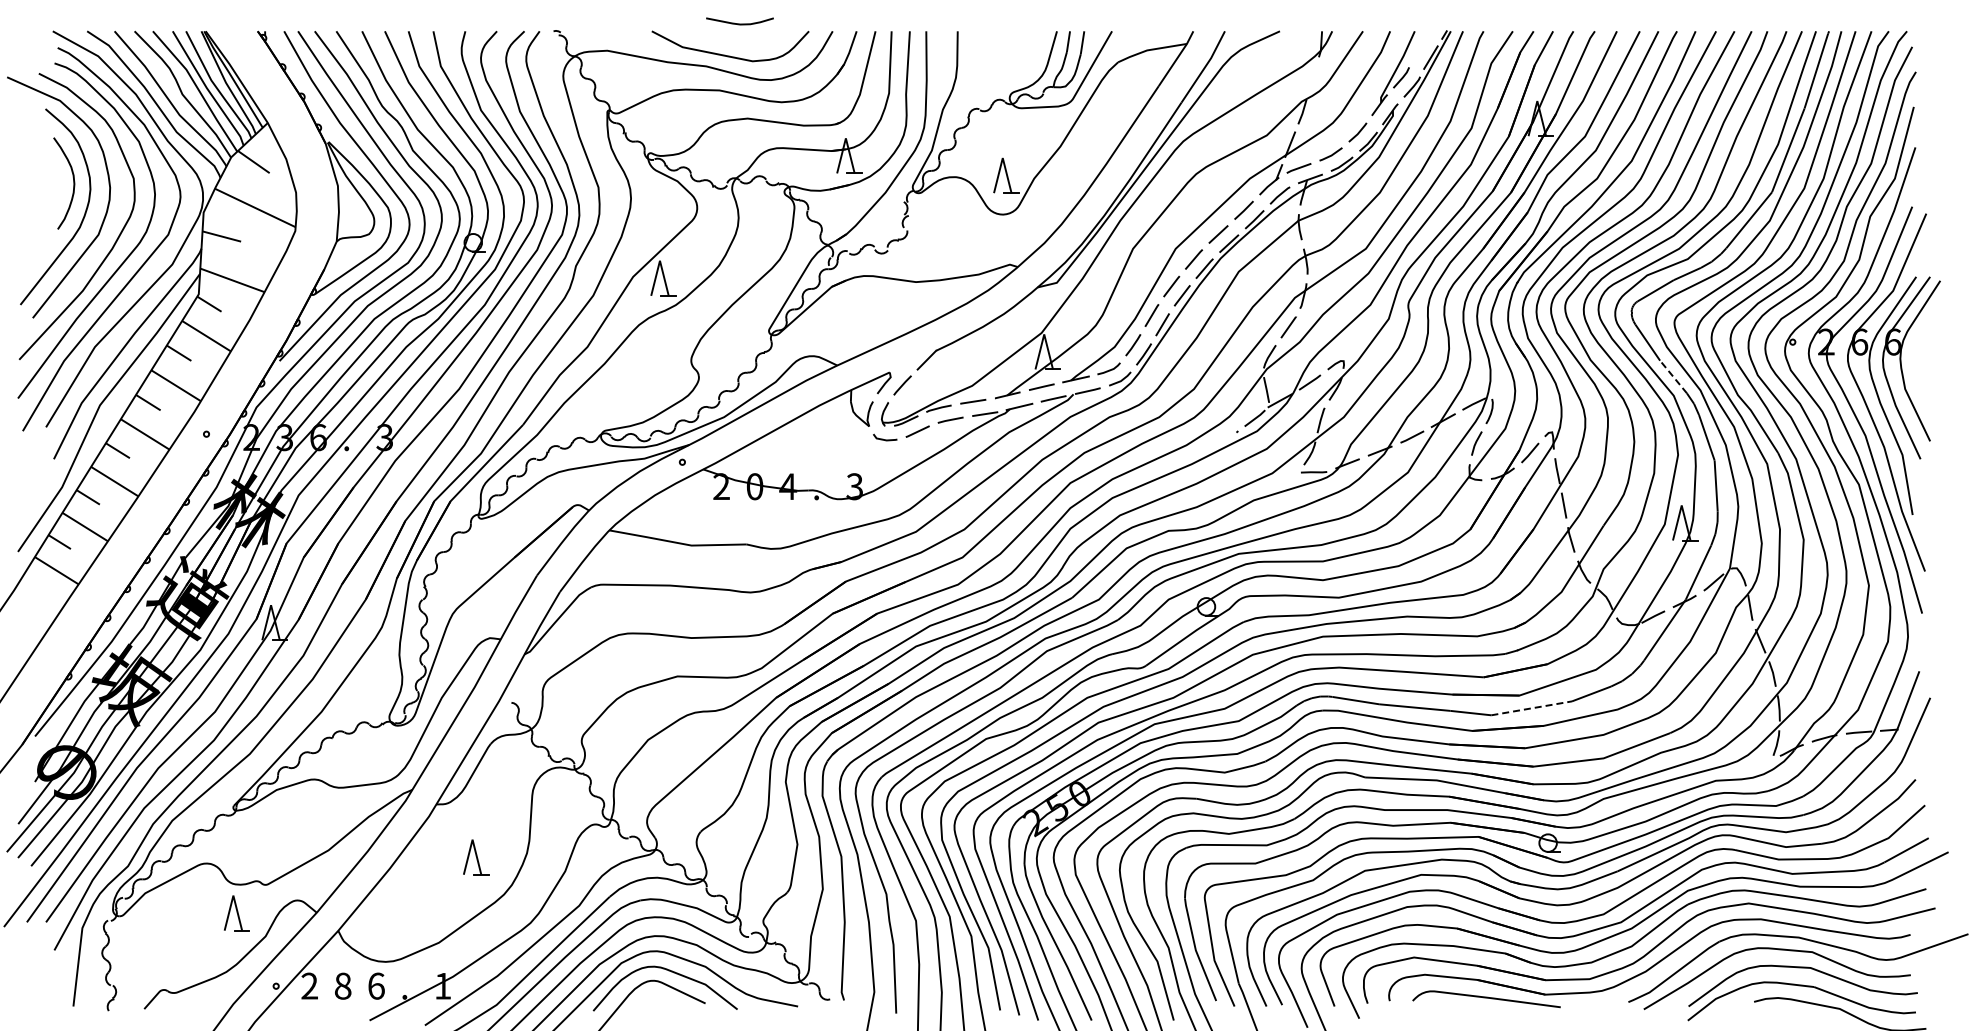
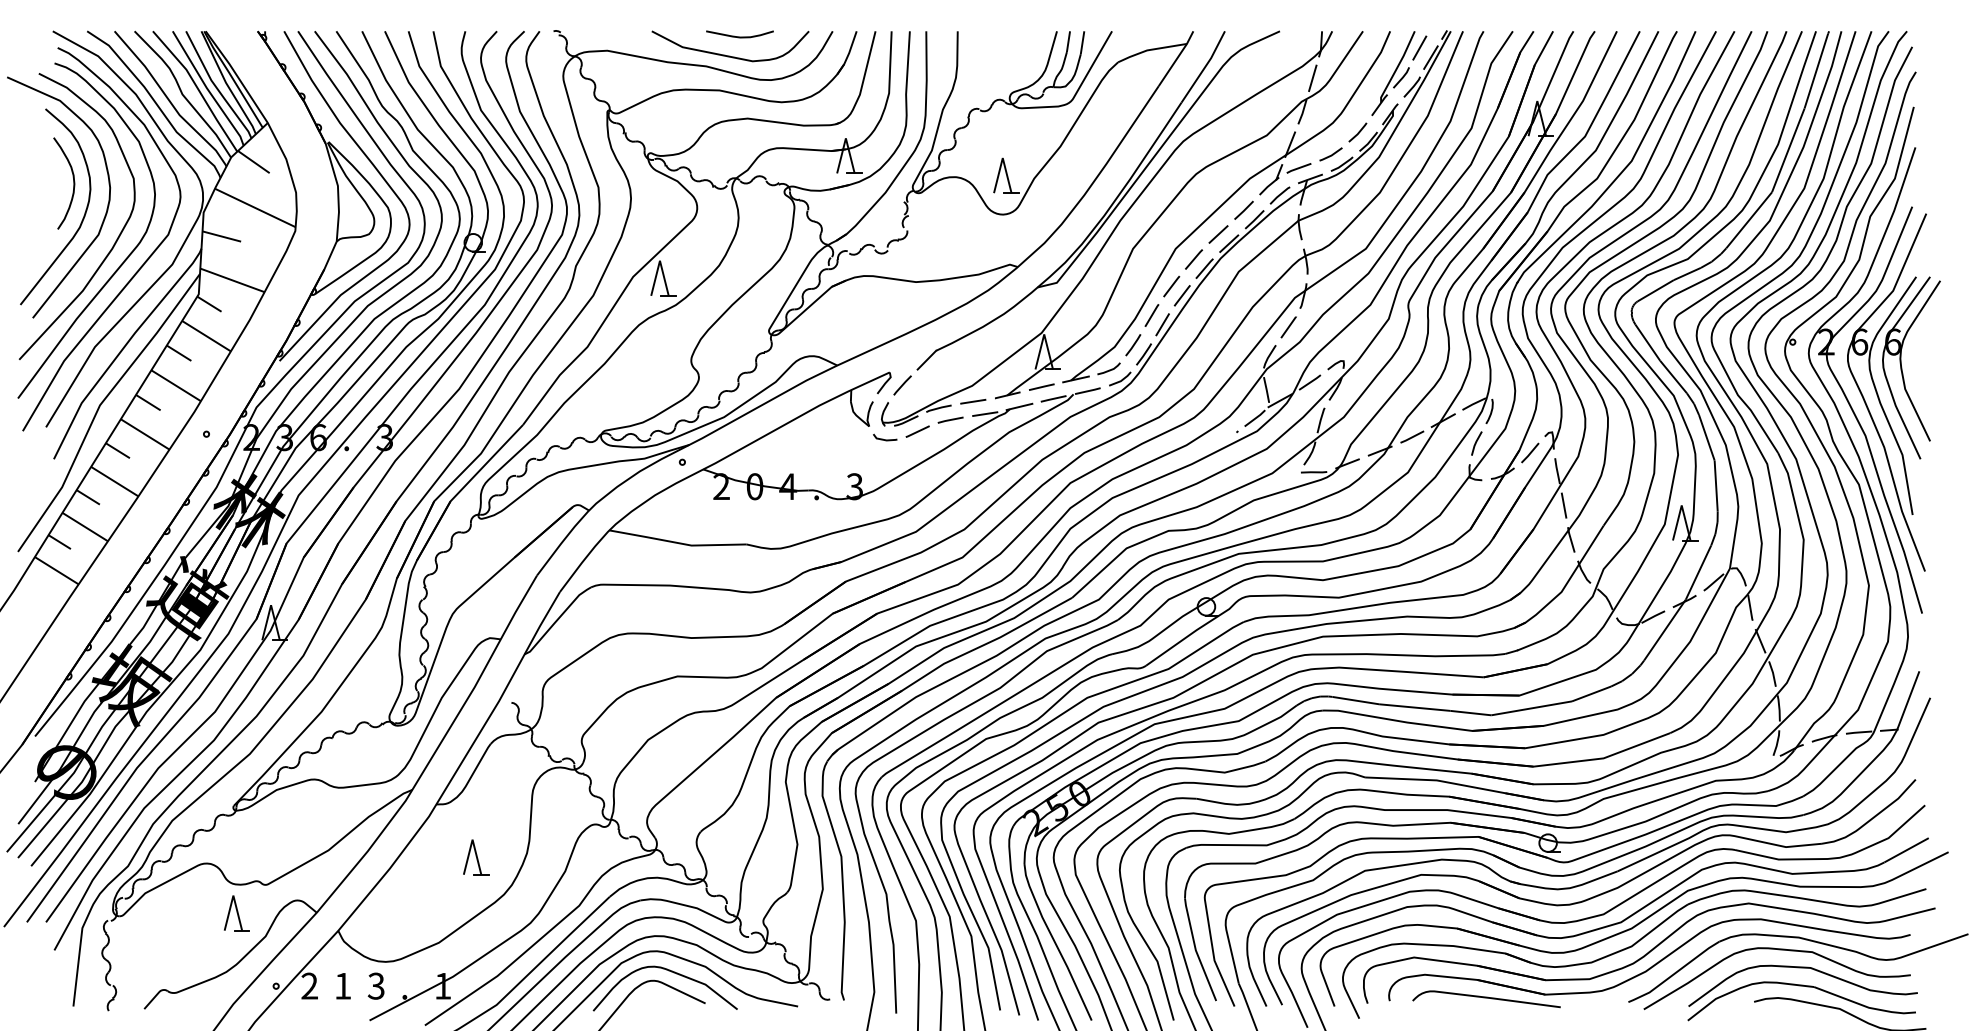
curve at (739, 23) position: (739, 23) -> (739, 36)
line at (1419, 47): none -> present
line at (1312, 78): none -> present
line at (1673, 376): dashed -> solid
line at (1531, 708): dashed -> solid
text at (343, 985): 8 -> 1
text at (375, 985): 6 -> 3
